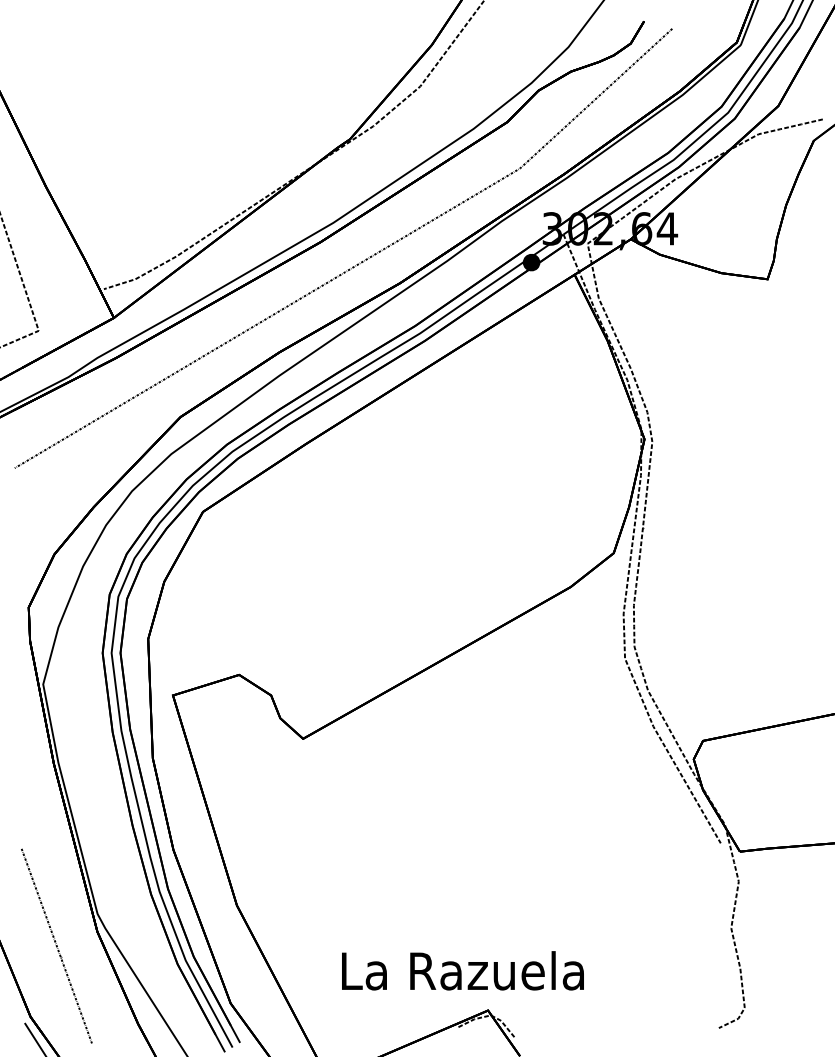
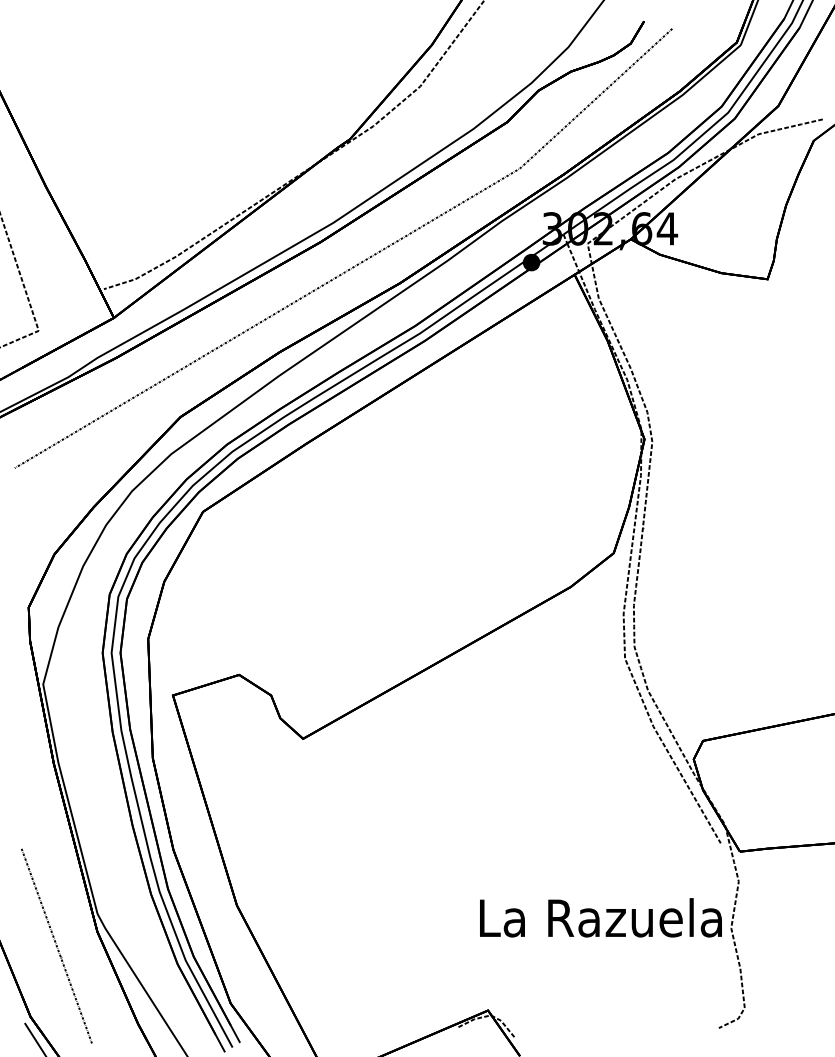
text at (462, 970) position: (462, 970) -> (600, 917)
